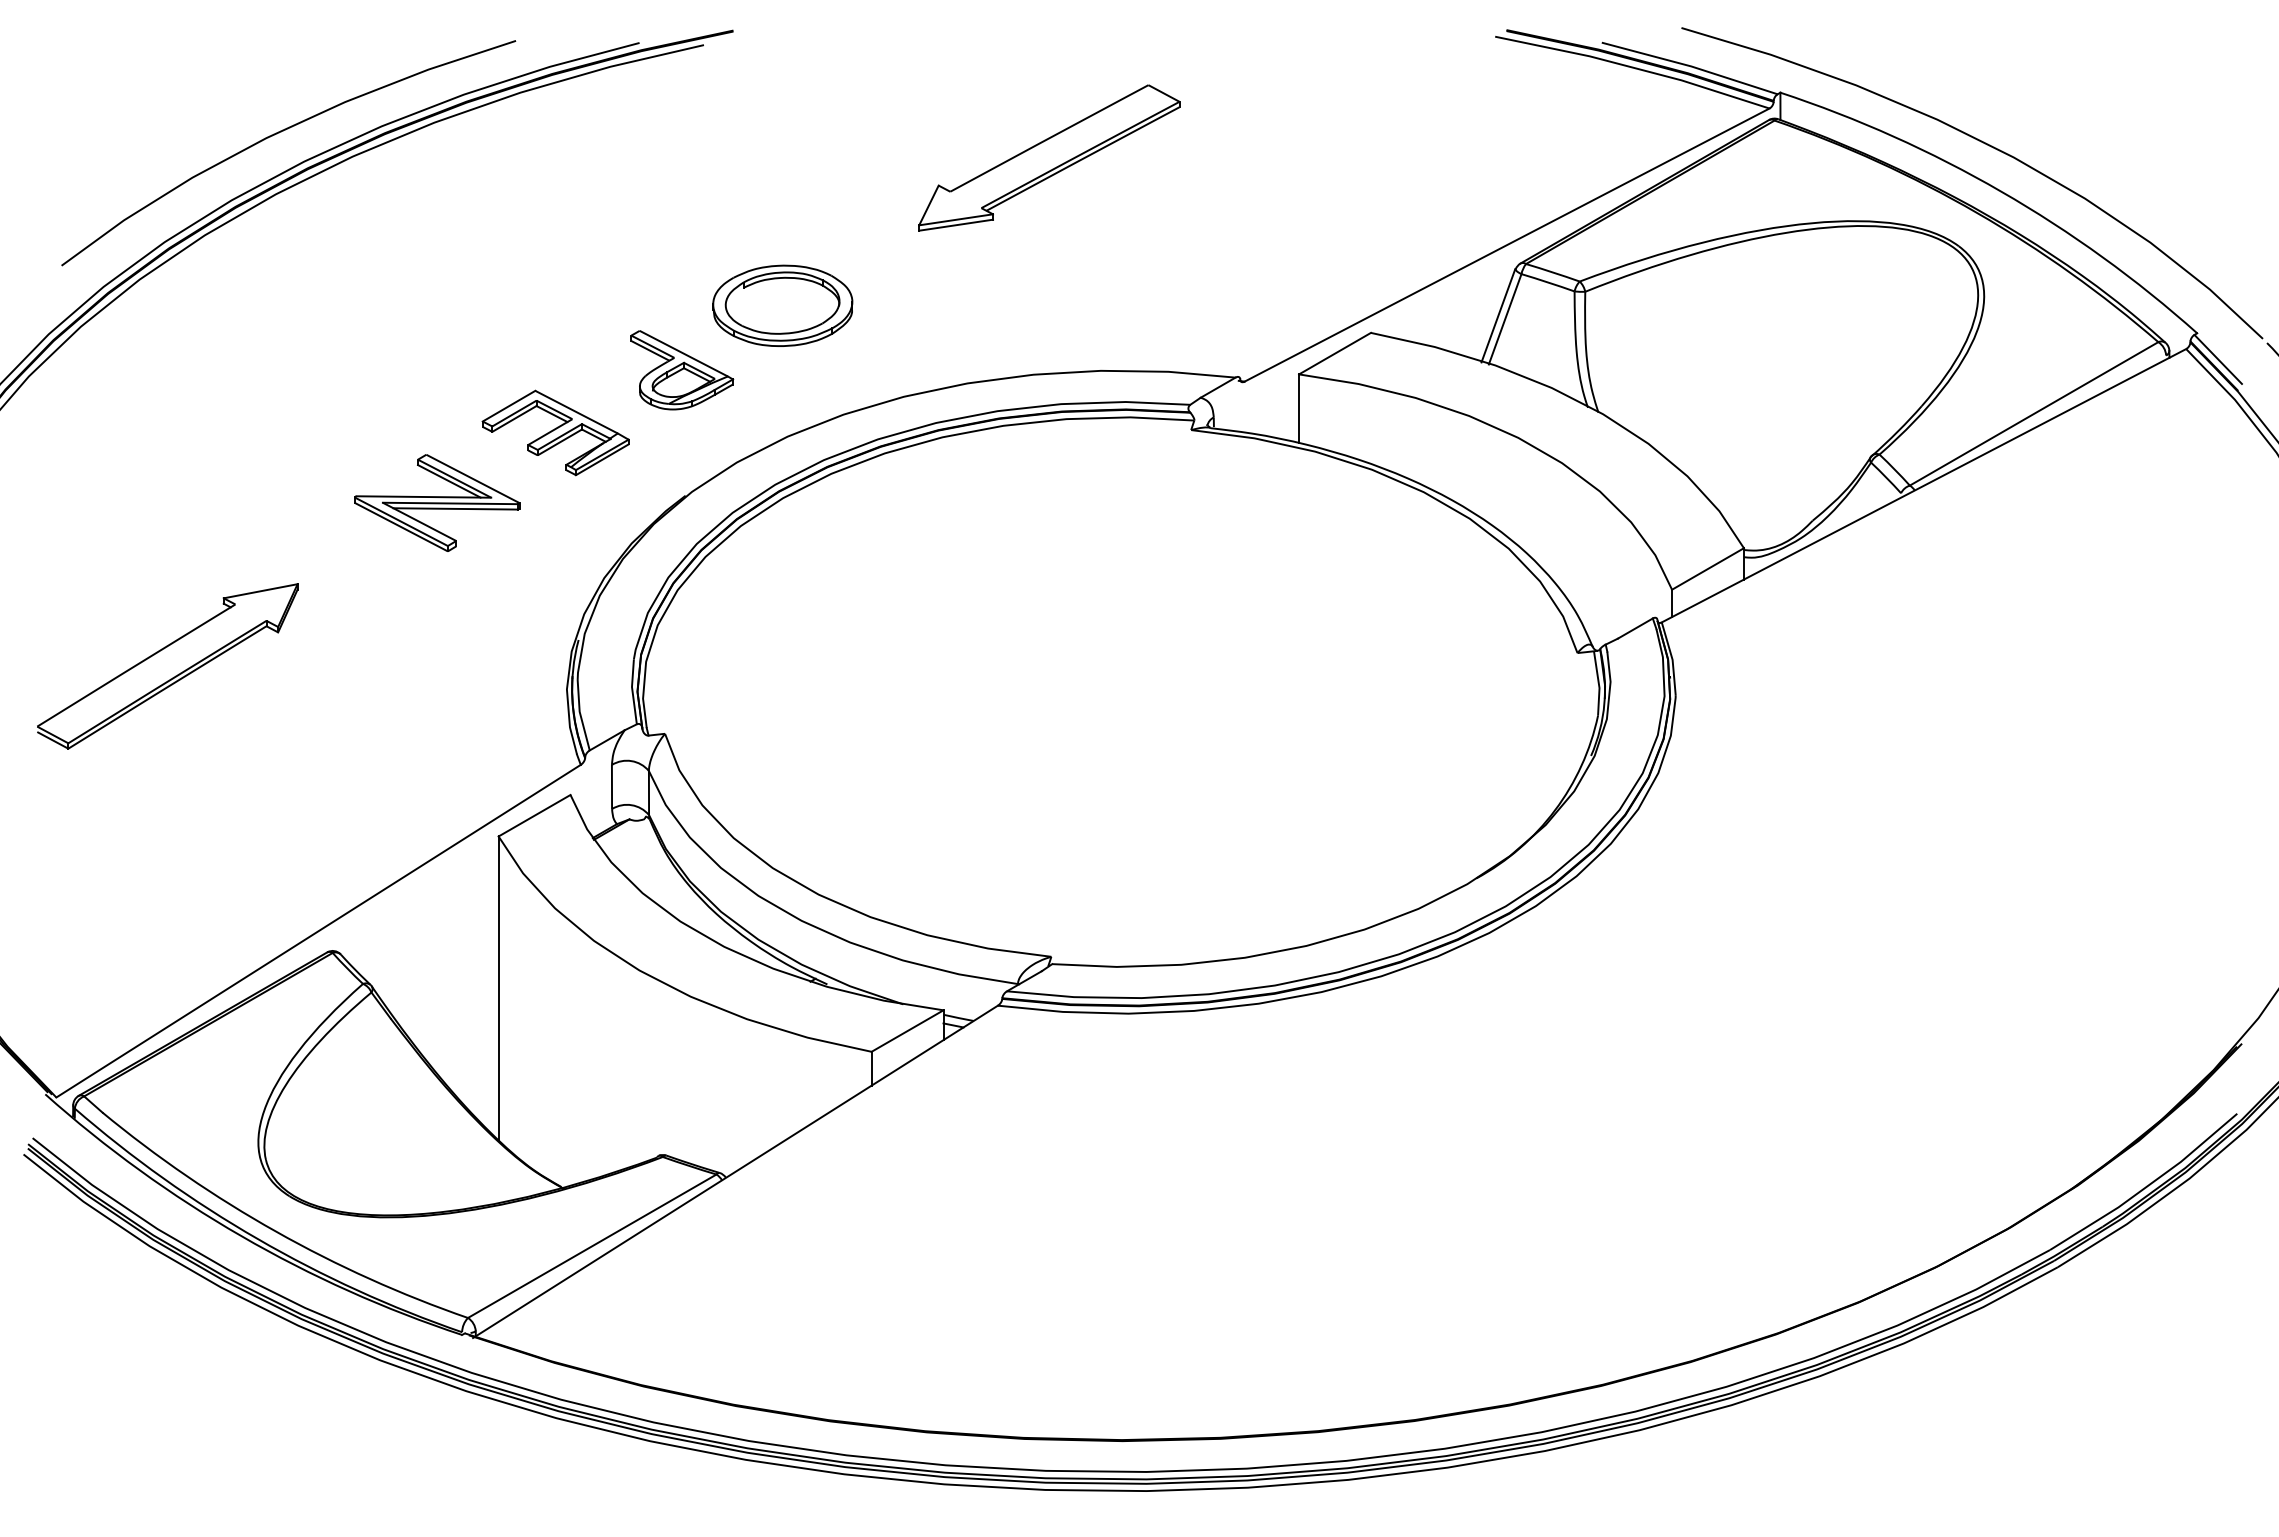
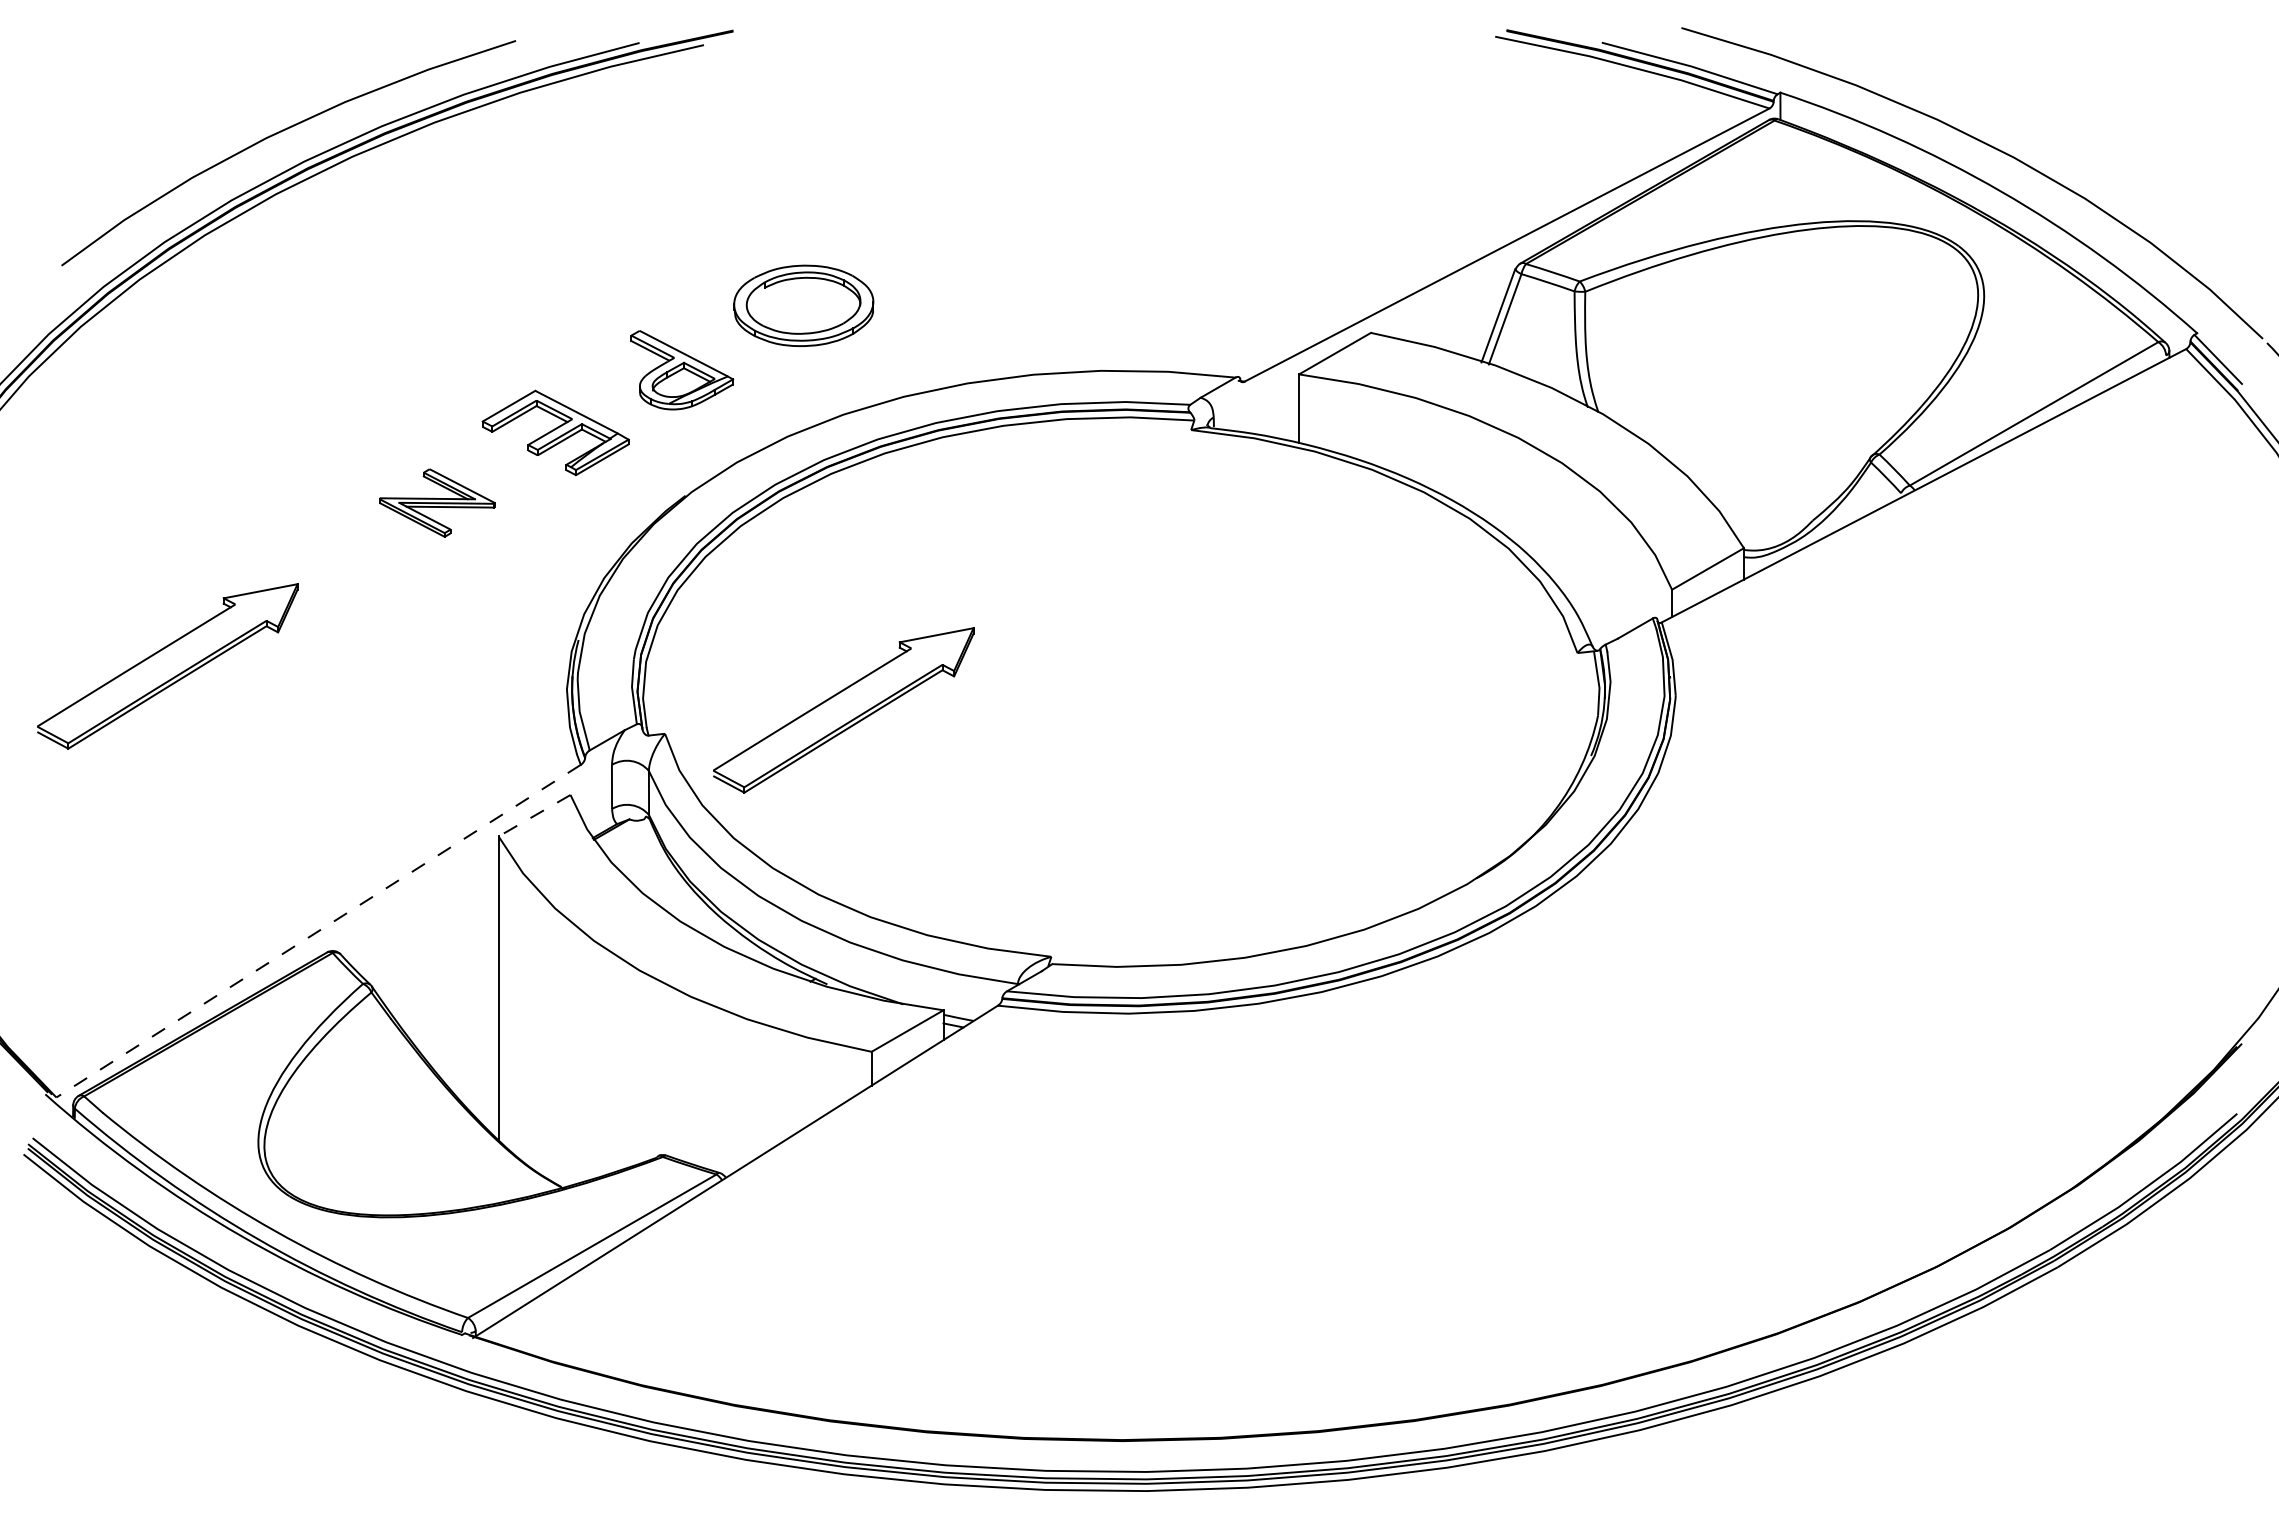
part at (1049, 157): present -> none
part at (782, 305) position: (782, 305) -> (803, 305)
part at (437, 502) size: 167x98 px -> 117x70 px
part at (843, 710): none -> present
line at (534, 815): solid -> dashed
line at (318, 931): solid -> dashed
